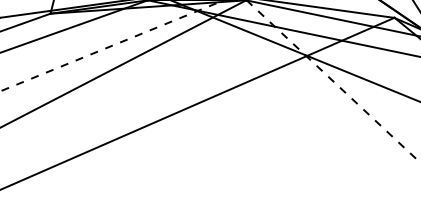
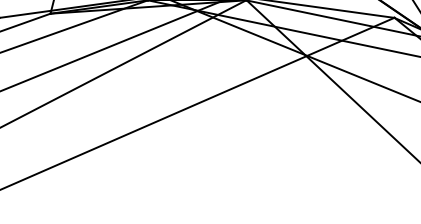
line at (112, 45): dashed -> solid
line at (334, 82): dashed -> solid
